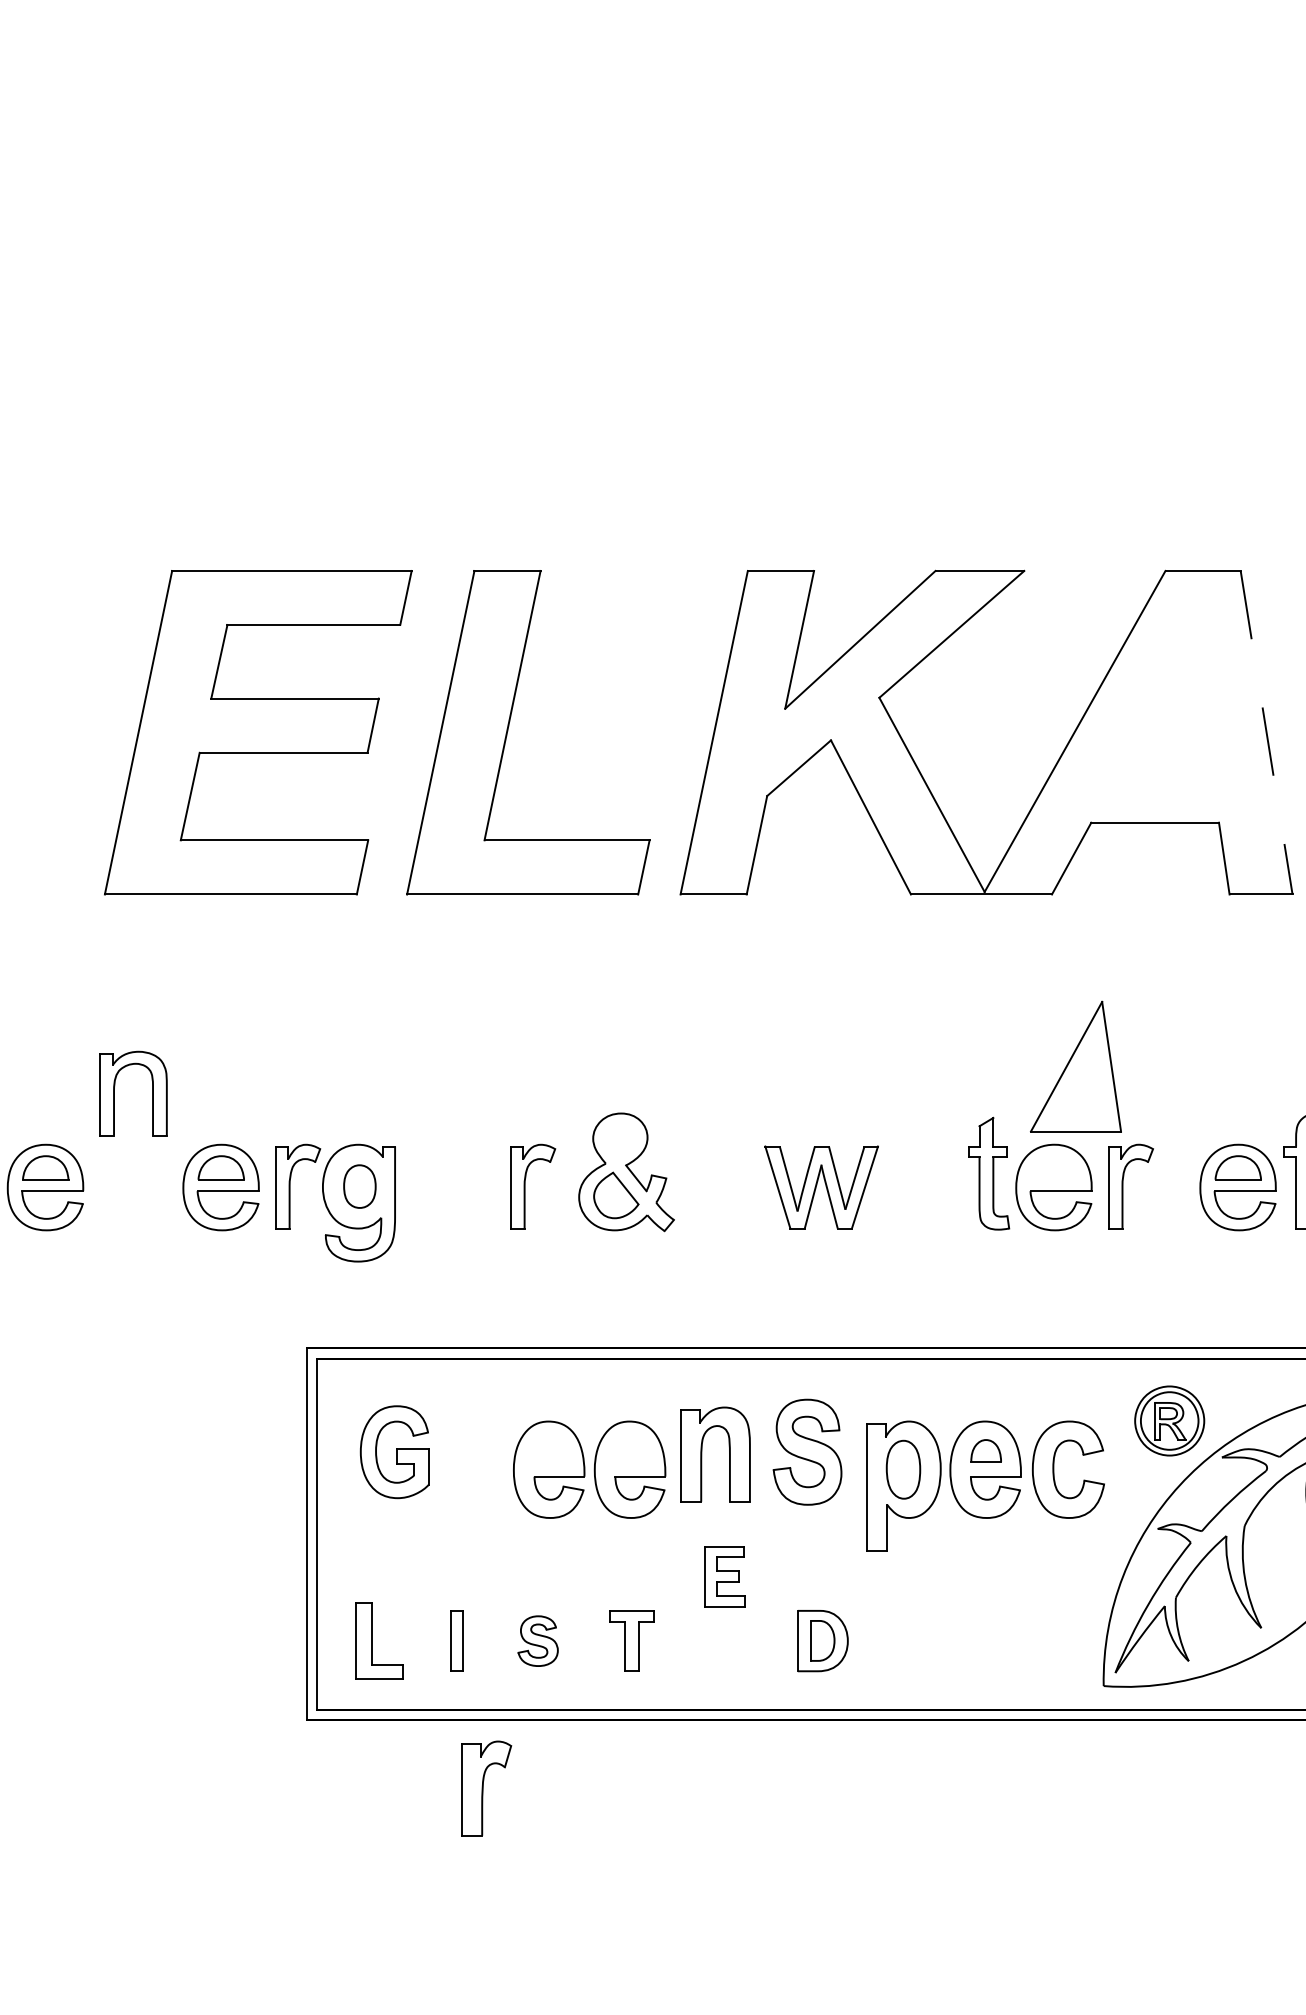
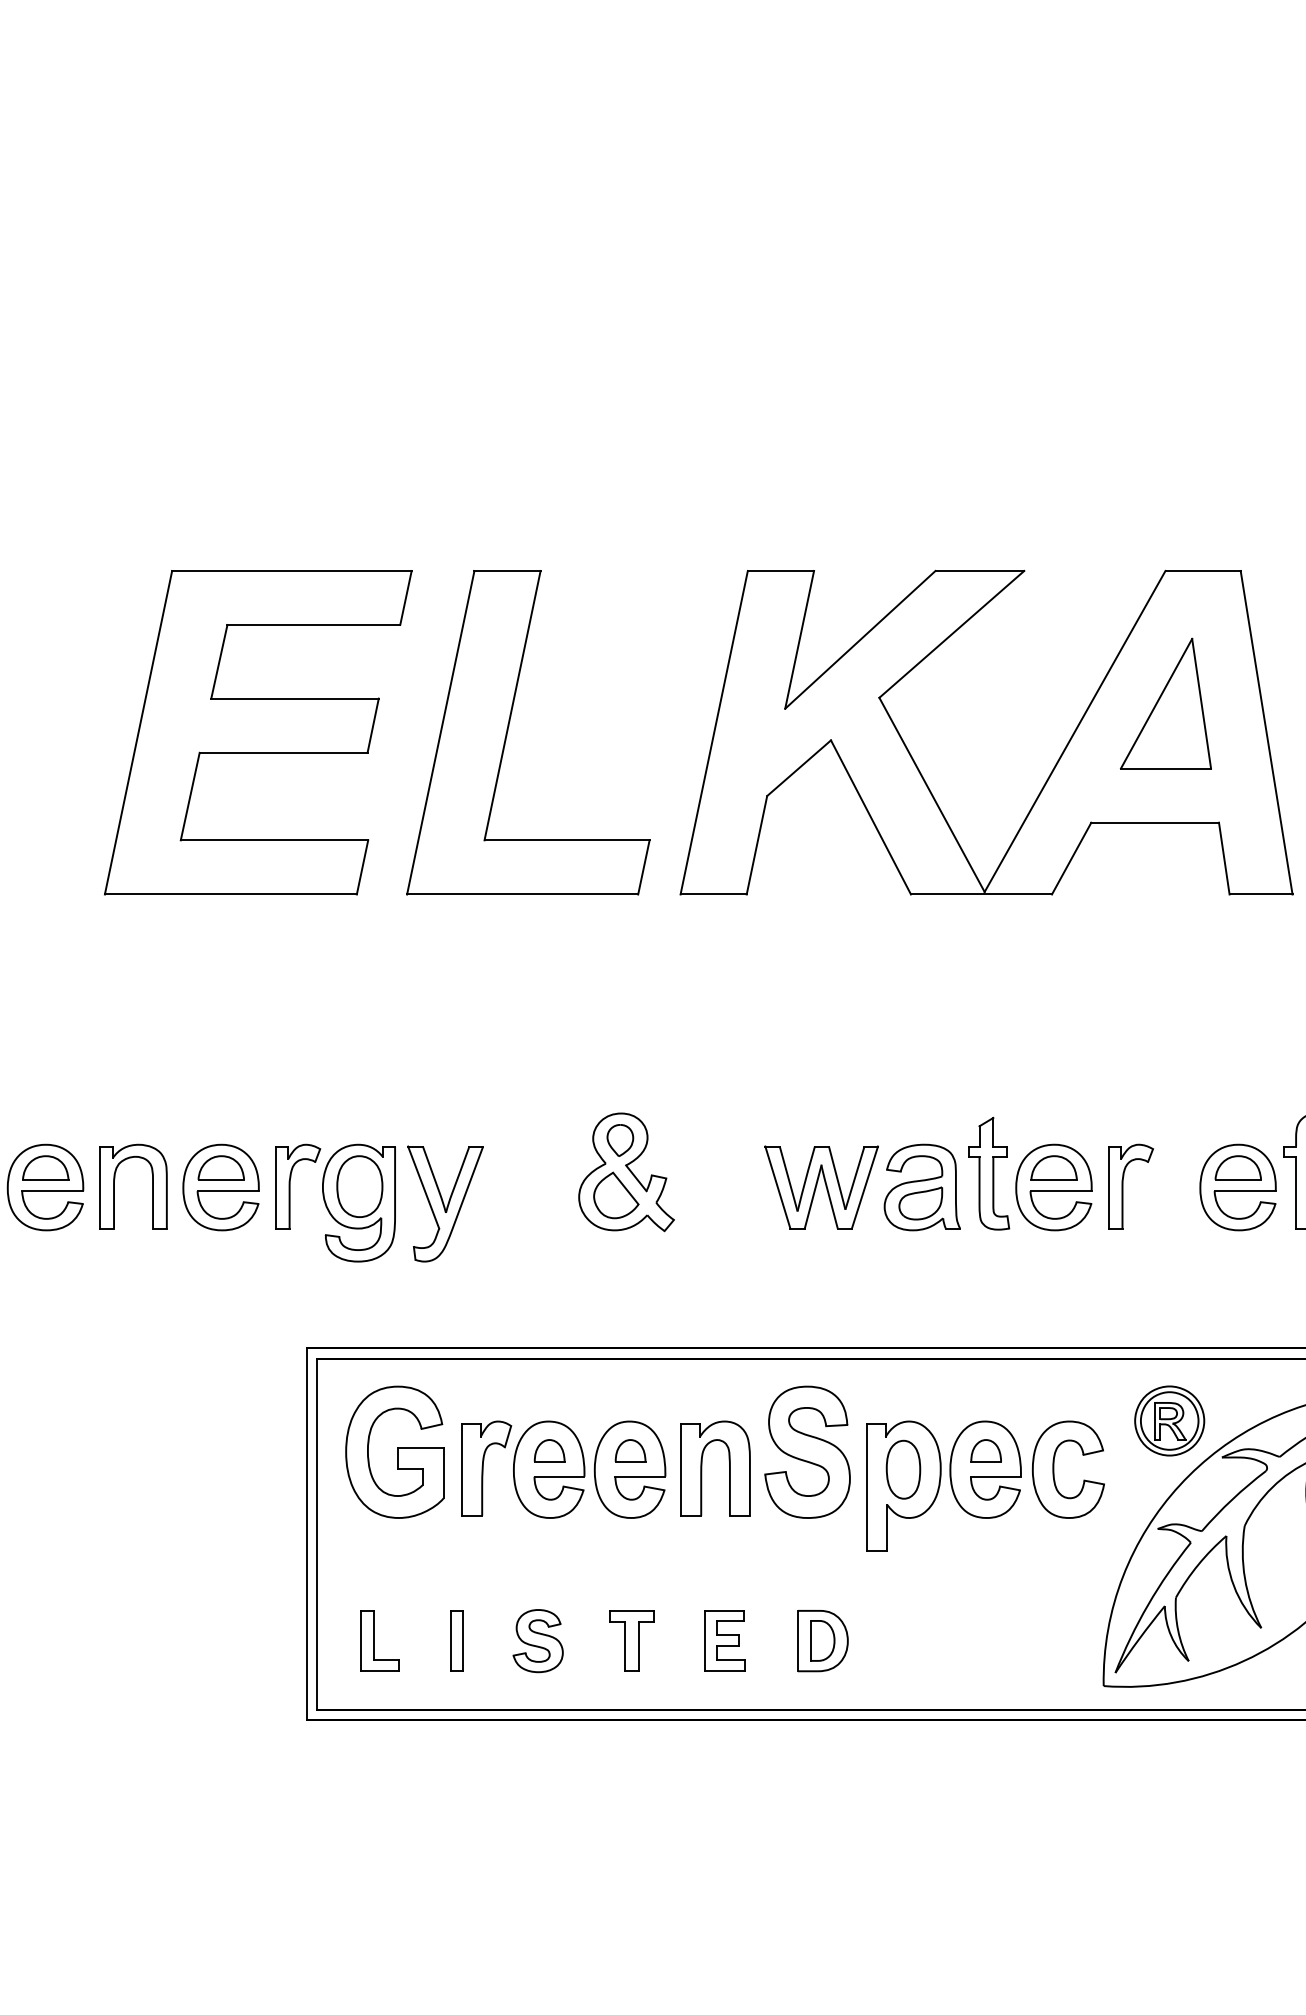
line at (1266, 732): dashed -> solid
part at (1075, 1066) position: (1075, 1066) -> (1165, 703)
part at (114, 1093) position: (114, 1093) -> (114, 1186)
part at (620, 1140): none -> present
part at (1053, 1167): none -> present
part at (359, 1186) size: 34x45 px -> 48x63 px
part at (525, 1186): present -> none
part at (921, 1187): none -> present
part at (445, 1203): none -> present
part at (549, 1450): none -> present
part at (630, 1450): none -> present
part at (807, 1451) size: 71x108 px -> 87x134 px
part at (394, 1452) size: 71x95 px -> 100x134 px
part at (702, 1454) position: (702, 1454) -> (702, 1468)
part at (724, 1576) position: (724, 1576) -> (724, 1640)
part at (379, 1640) size: 49x78 px -> 40x62 px
part at (537, 1640) size: 42x52 px -> 52x65 px
part at (486, 1788) position: (486, 1788) -> (486, 1468)
